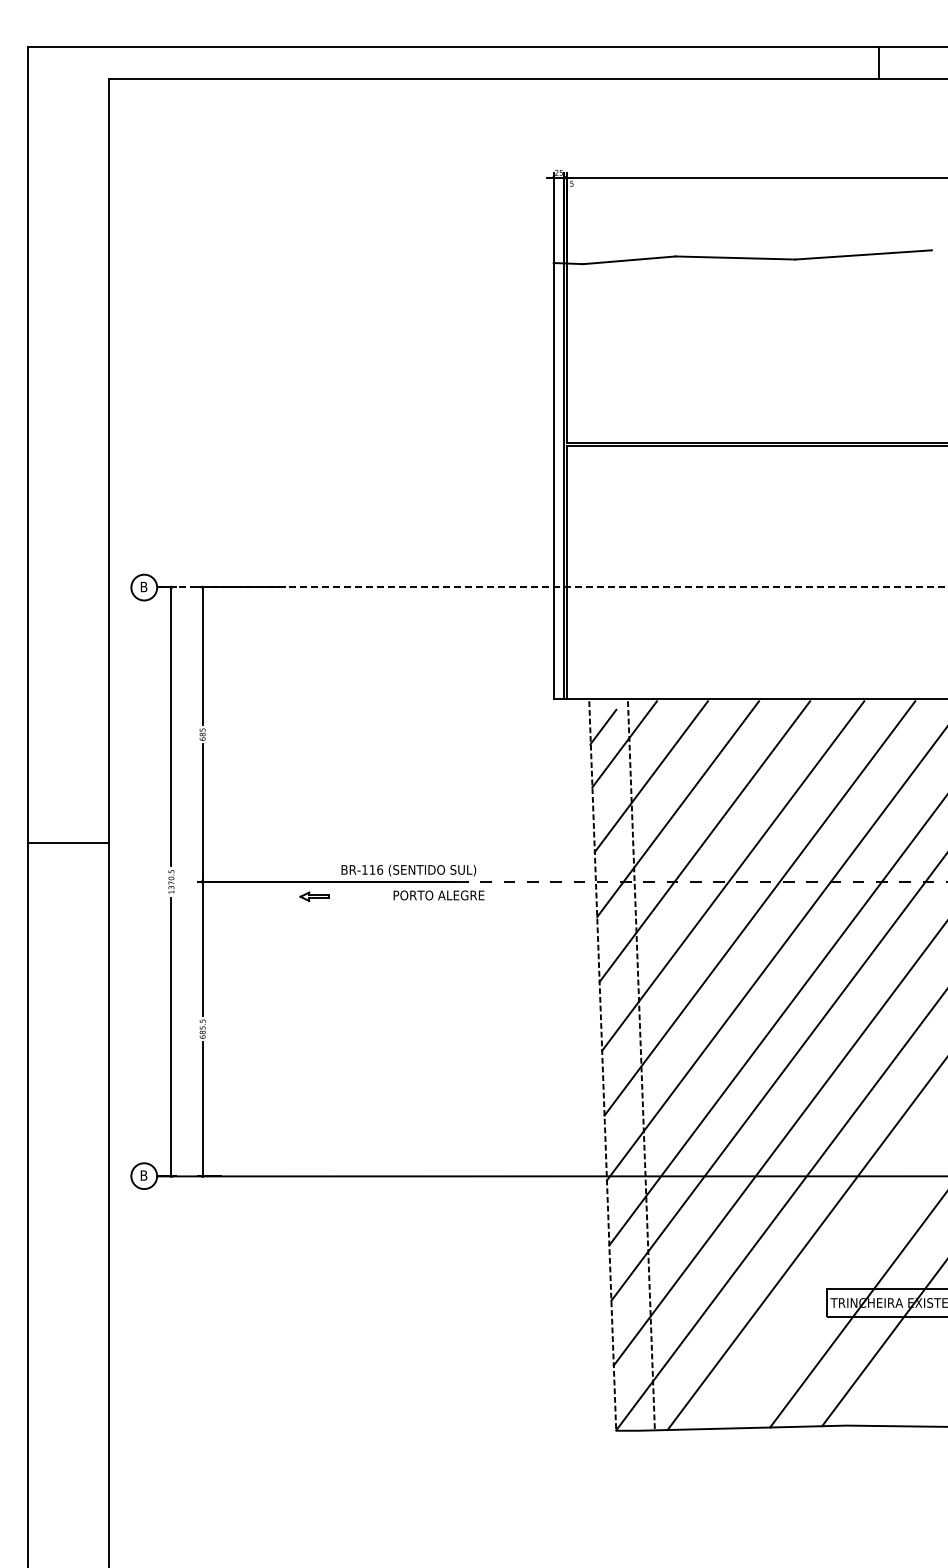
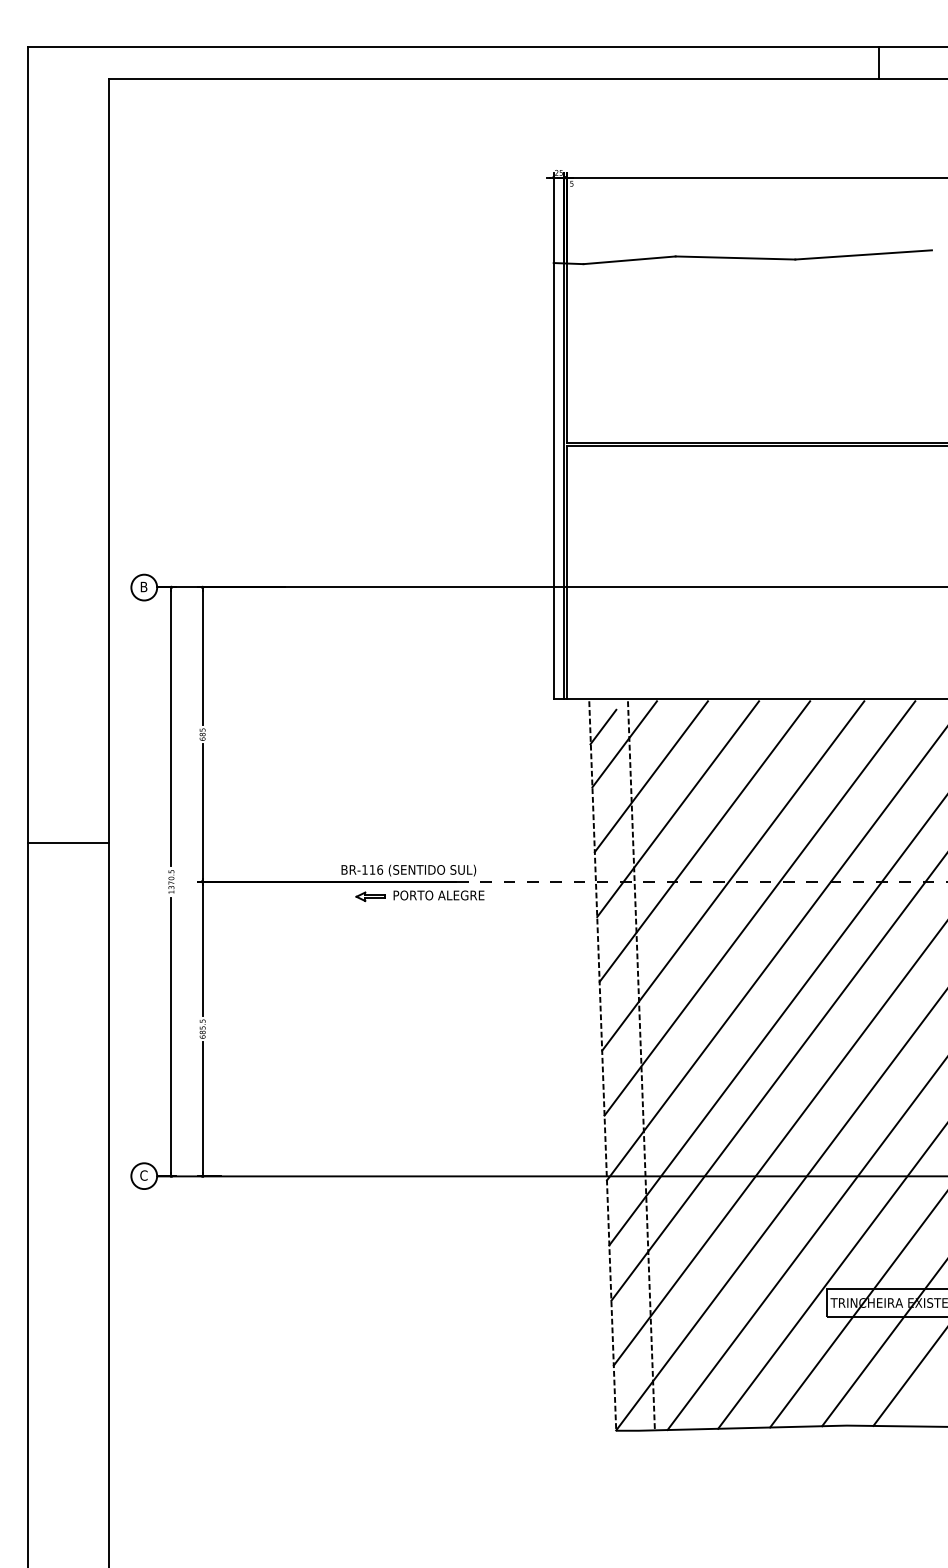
line at (552, 587): dashed -> solid
part at (314, 896) position: (314, 896) -> (370, 896)
text at (143, 1175): B -> C
line at (831, 1277): none -> present
line at (908, 1377): none -> present
